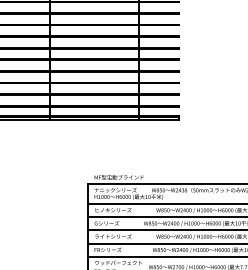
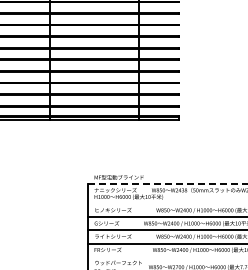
line at (168, 183): solid -> dashed
line at (166, 204): present -> none
line at (166, 256): present -> none
